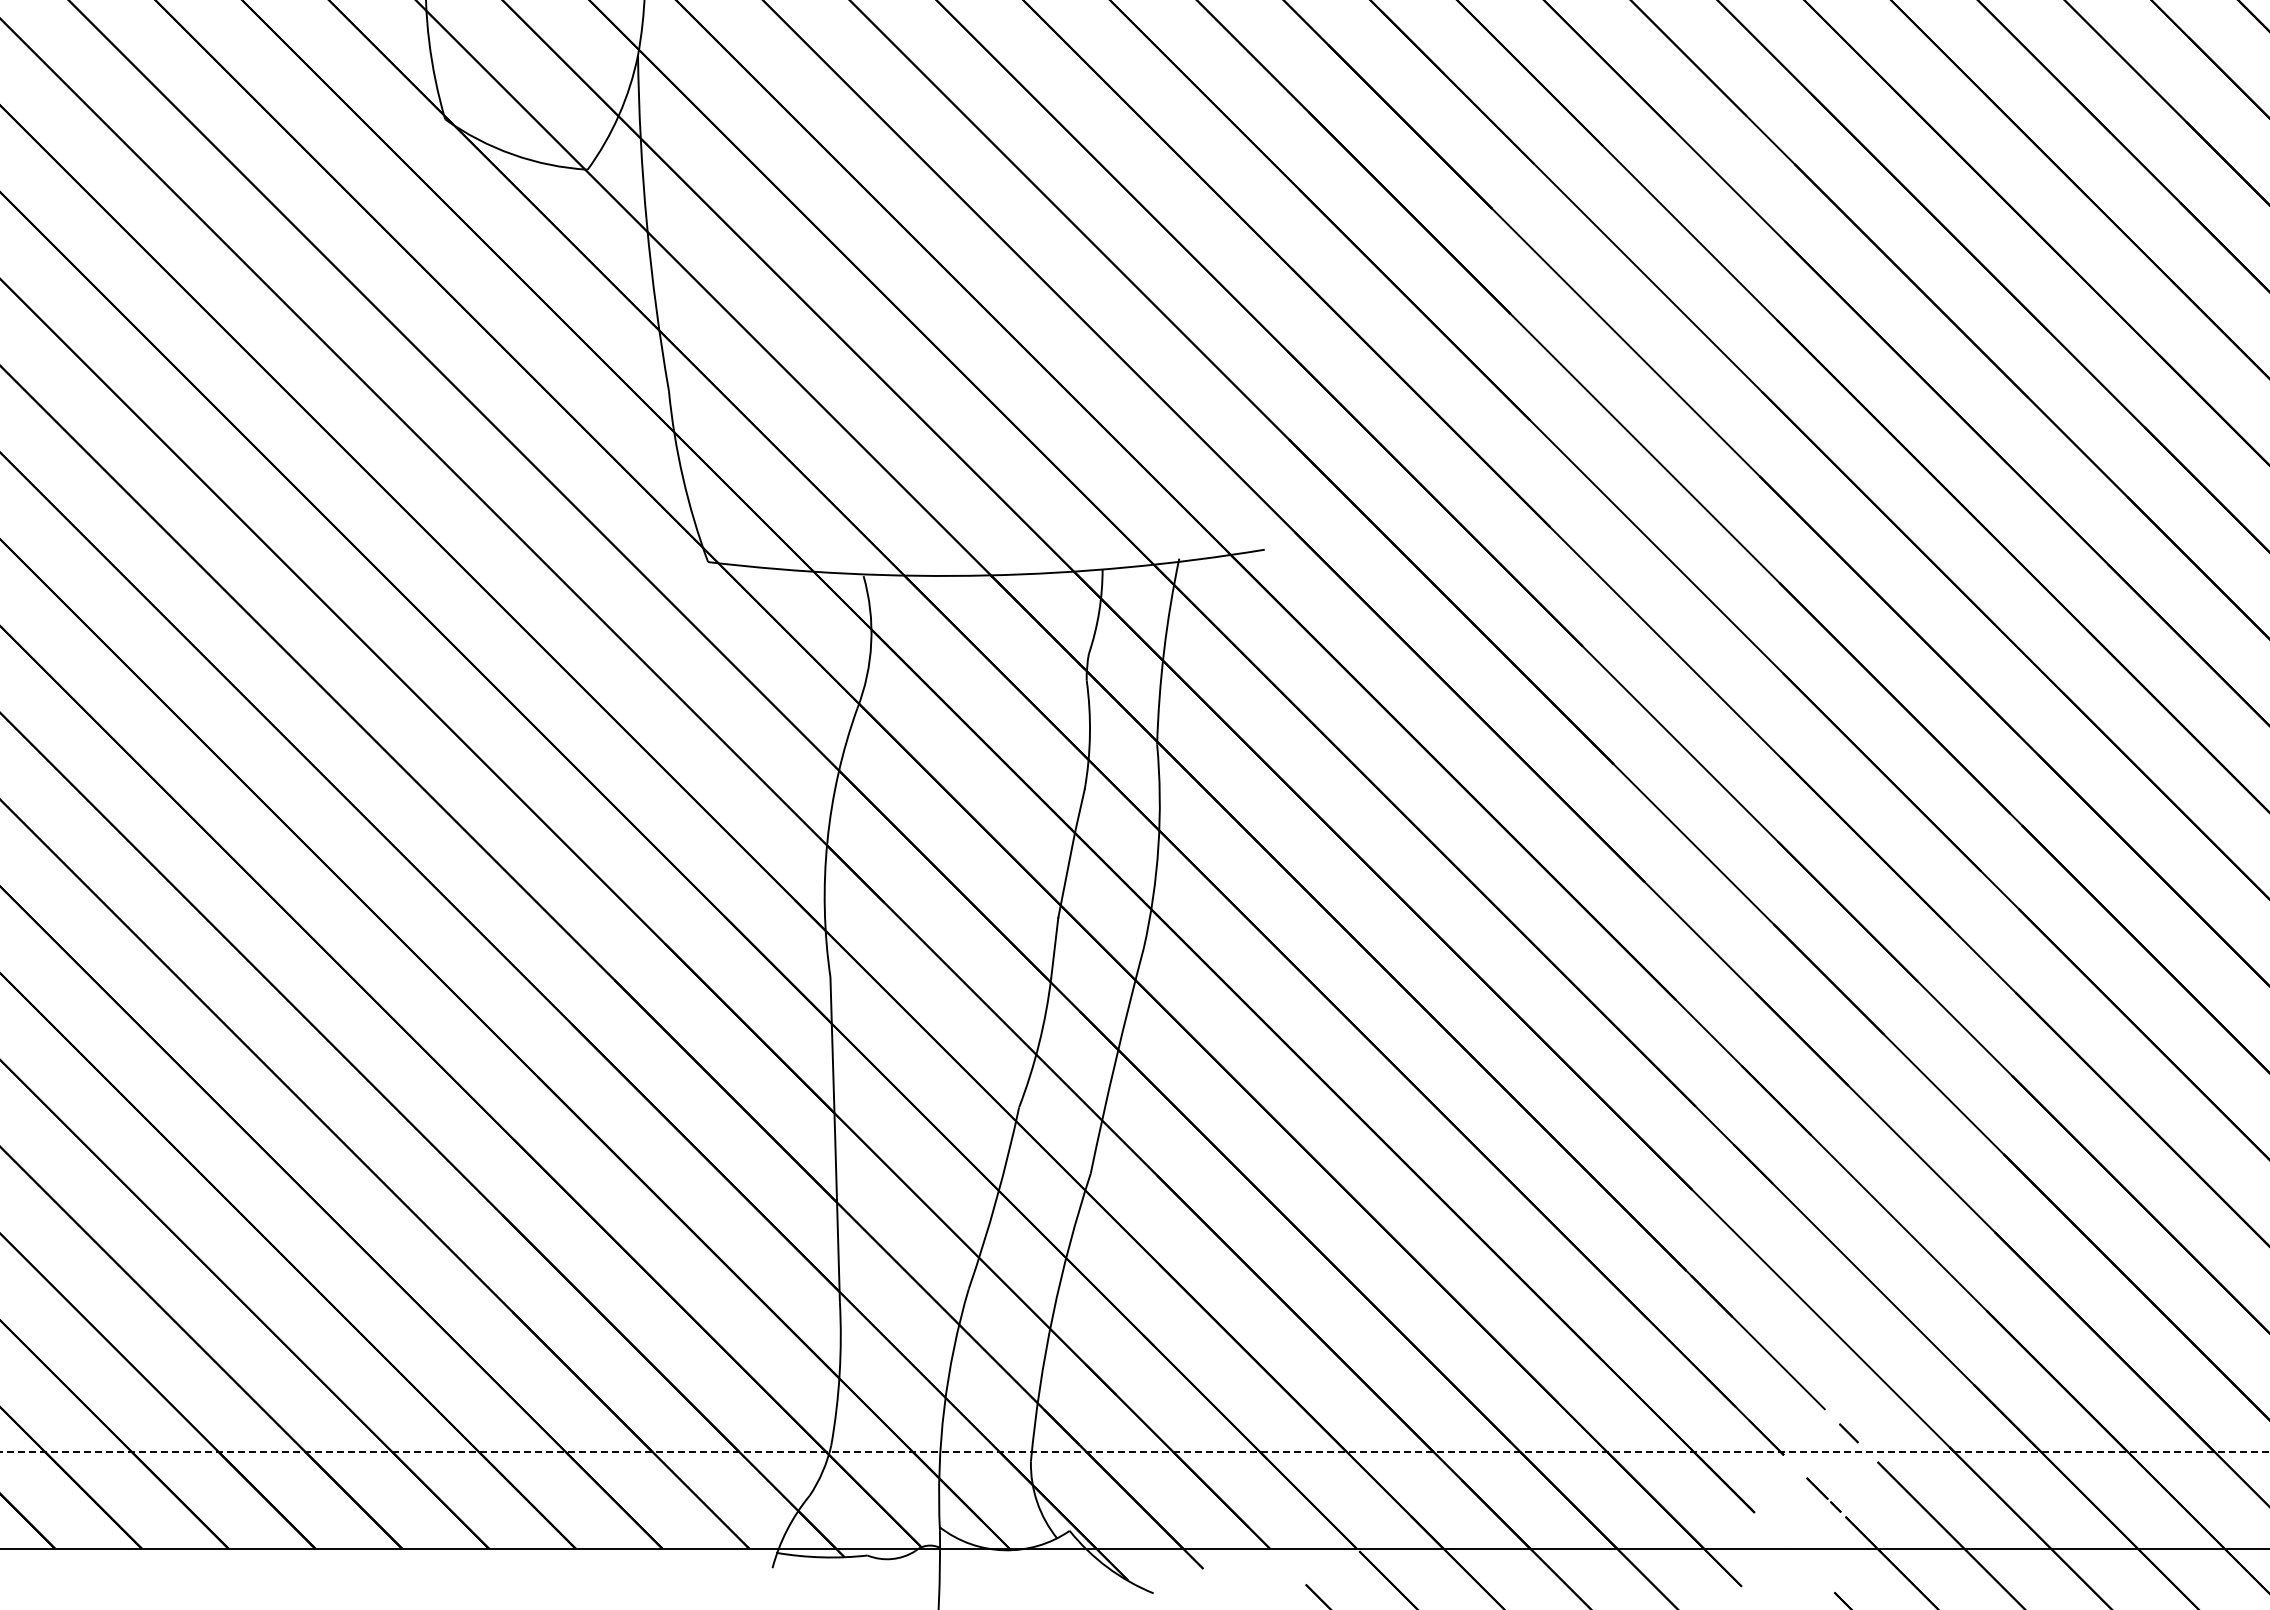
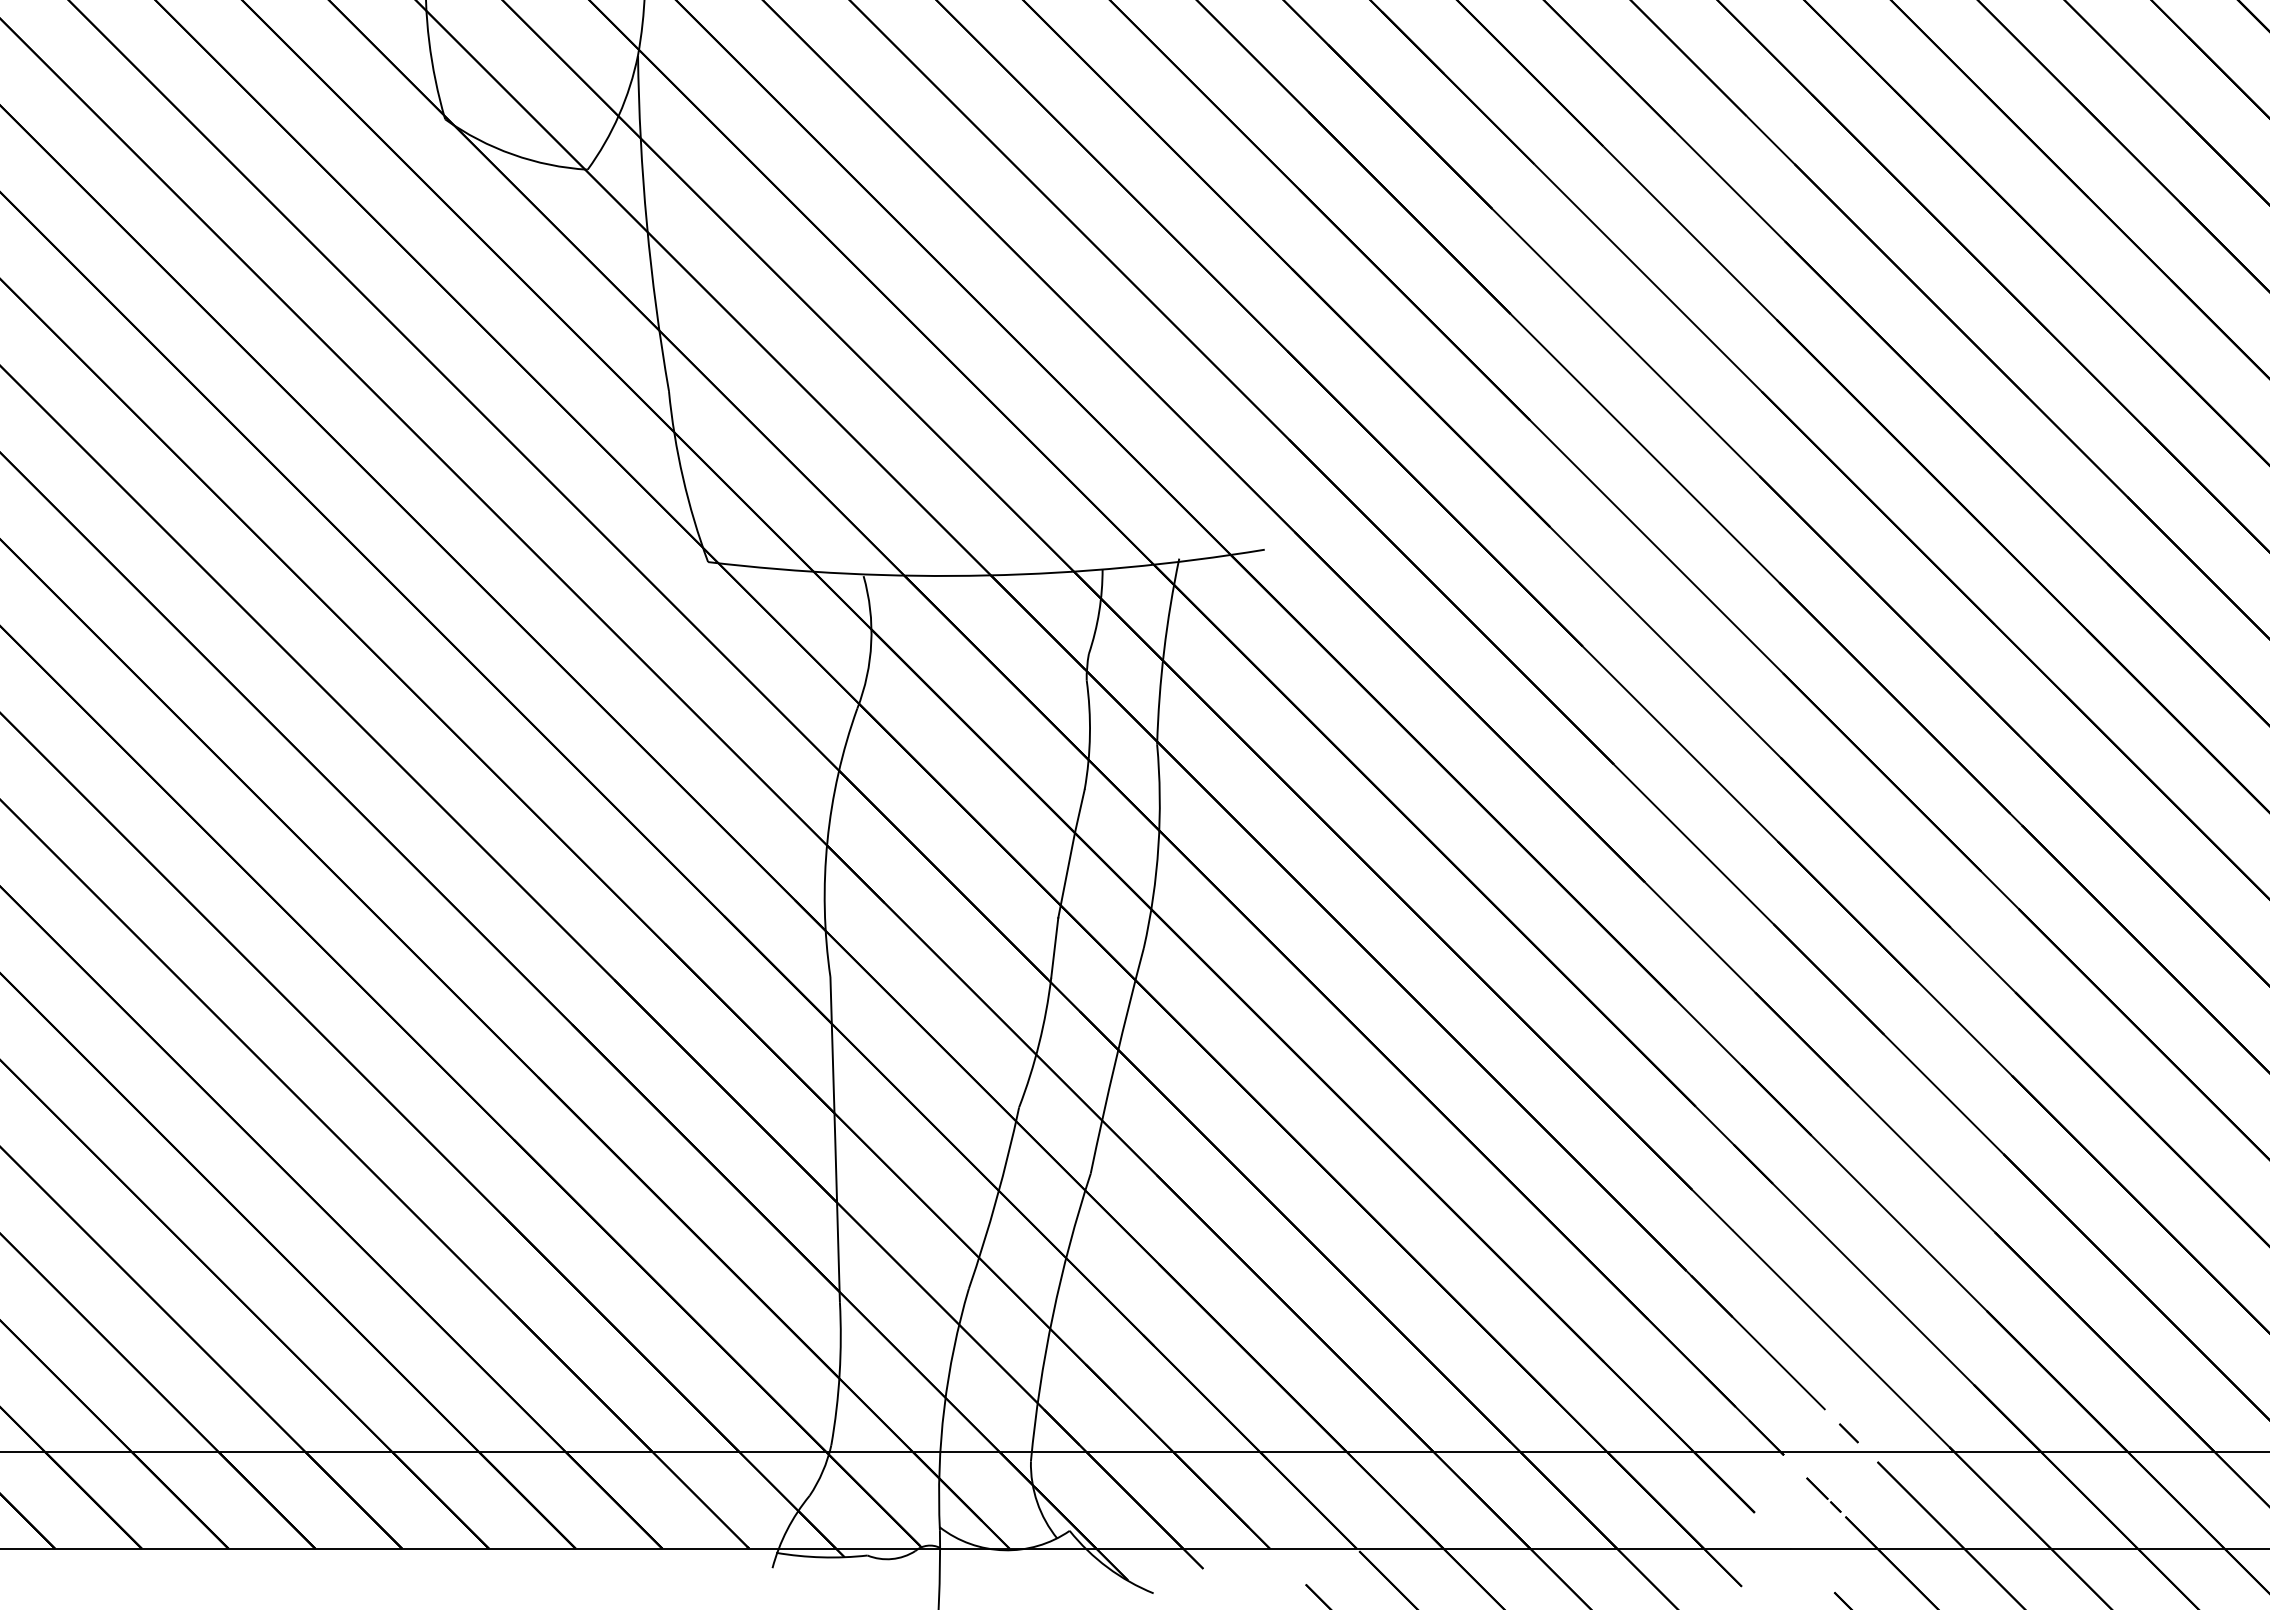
line at (1134, 1452): dashed -> solid
